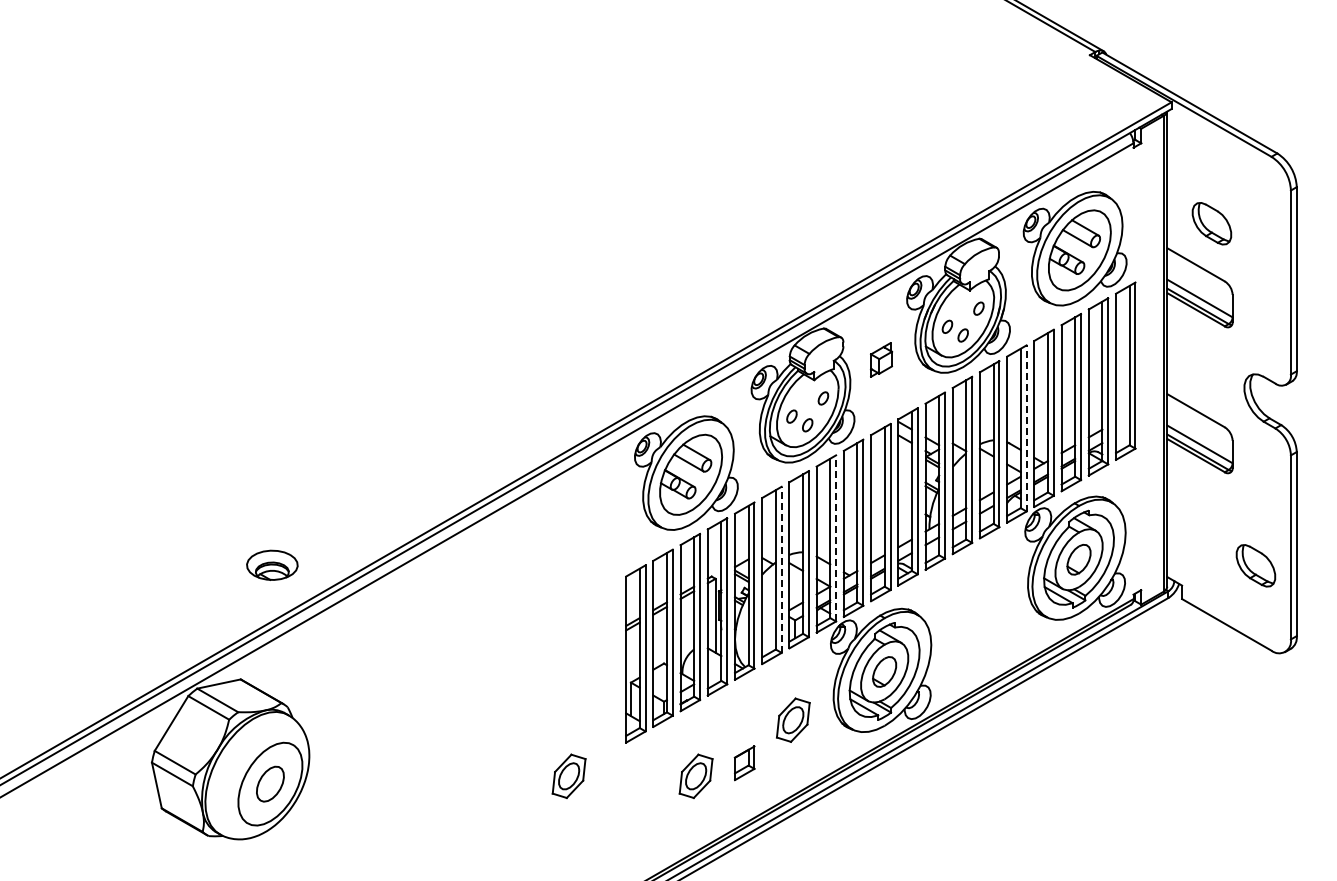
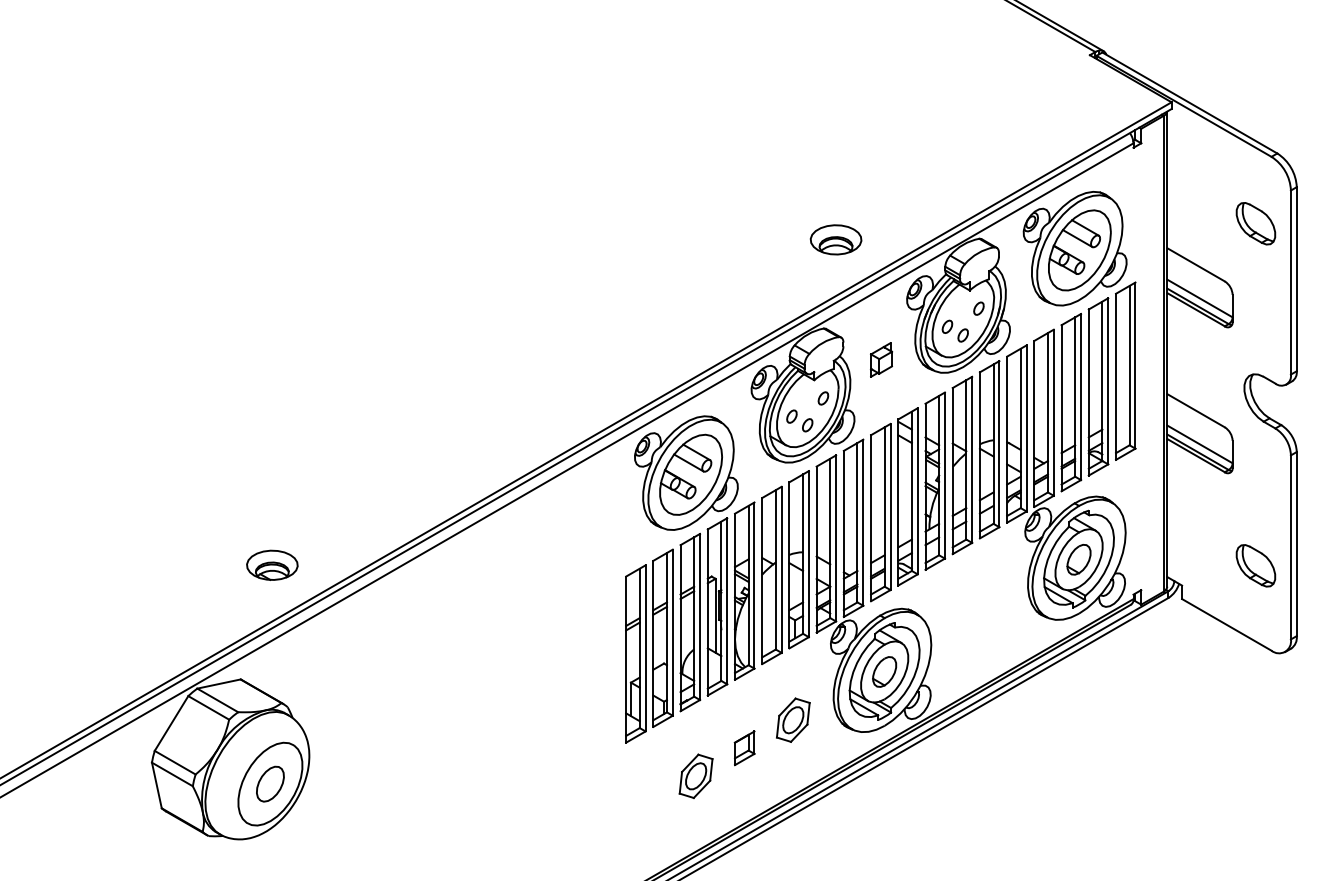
part at (1211, 223) position: (1211, 223) -> (1255, 223)
part at (835, 239): none -> present
line at (1026, 427): dashed -> solid
line at (836, 537): dashed -> solid
line at (781, 569): dashed -> solid
part at (744, 763) position: (744, 763) -> (744, 748)
part at (568, 775): present -> none
